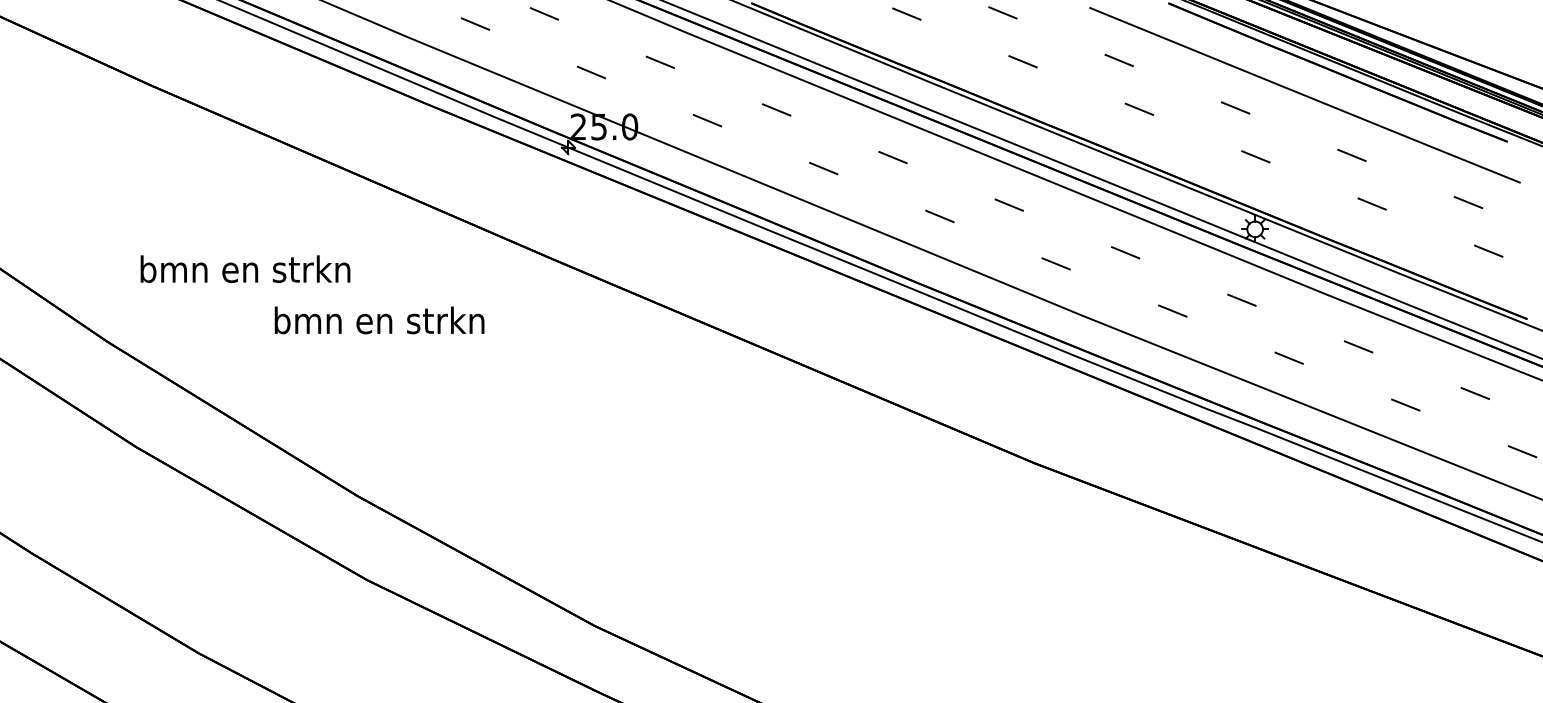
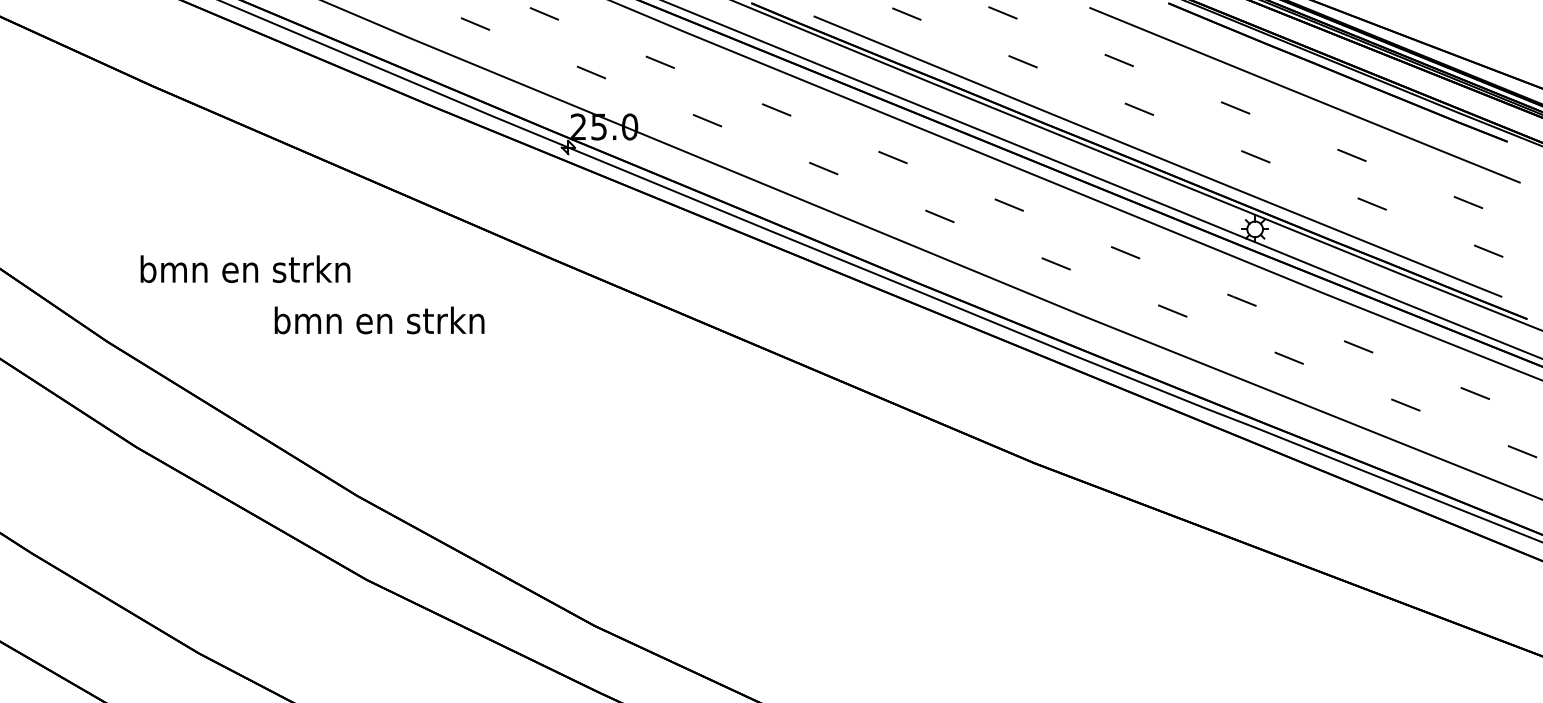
line at (1157, 156): none -> present
